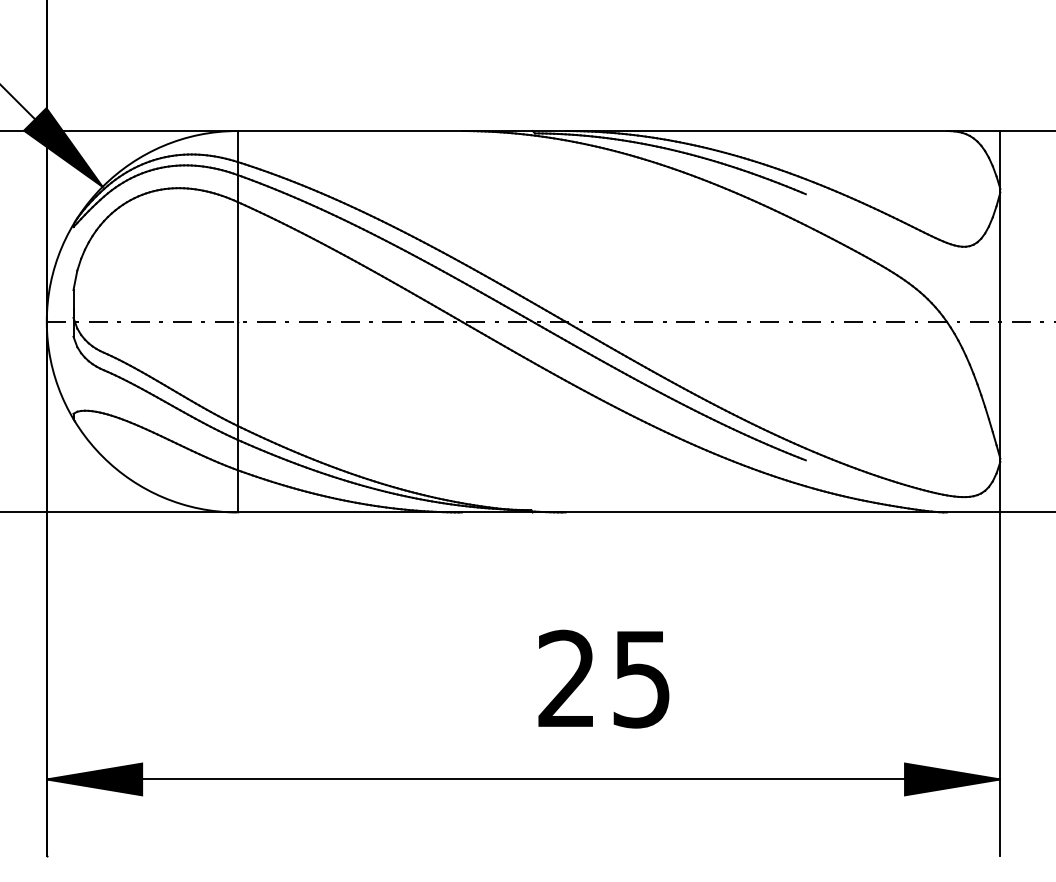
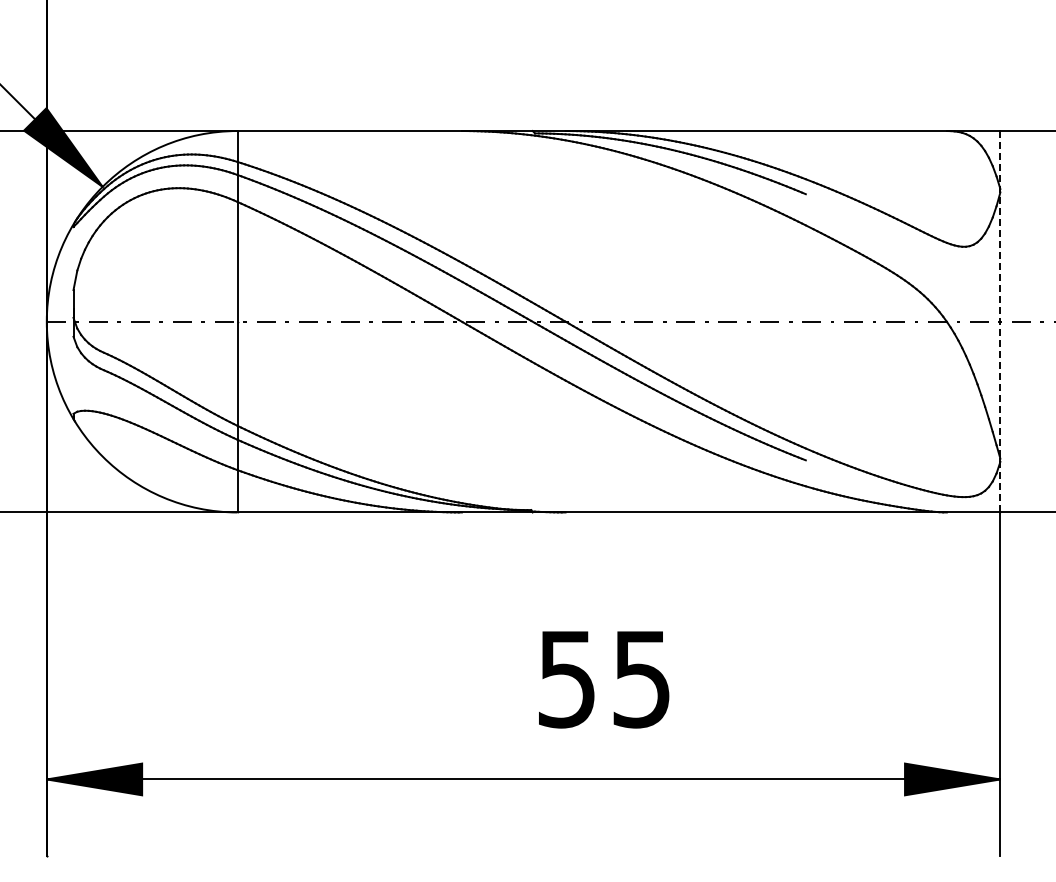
line at (1000, 321): solid -> dashed
text at (566, 678): 25 -> 55
